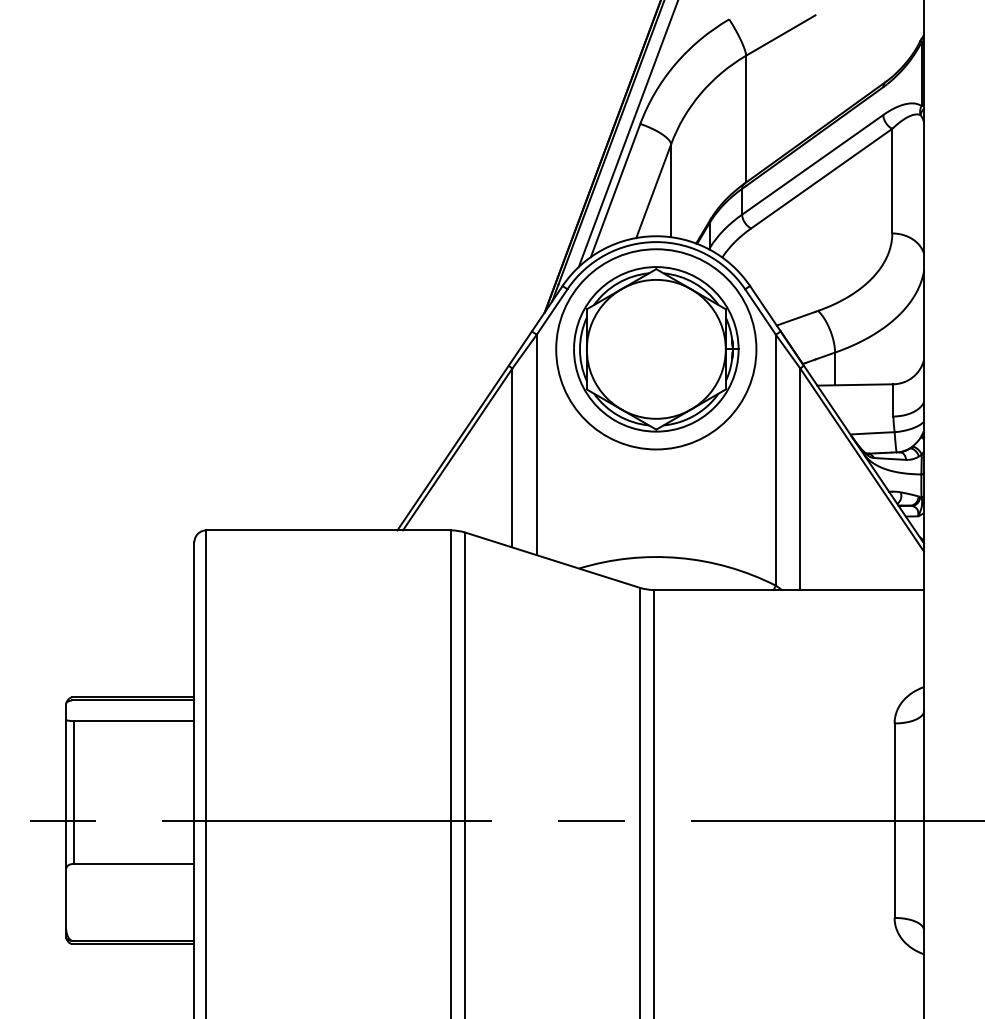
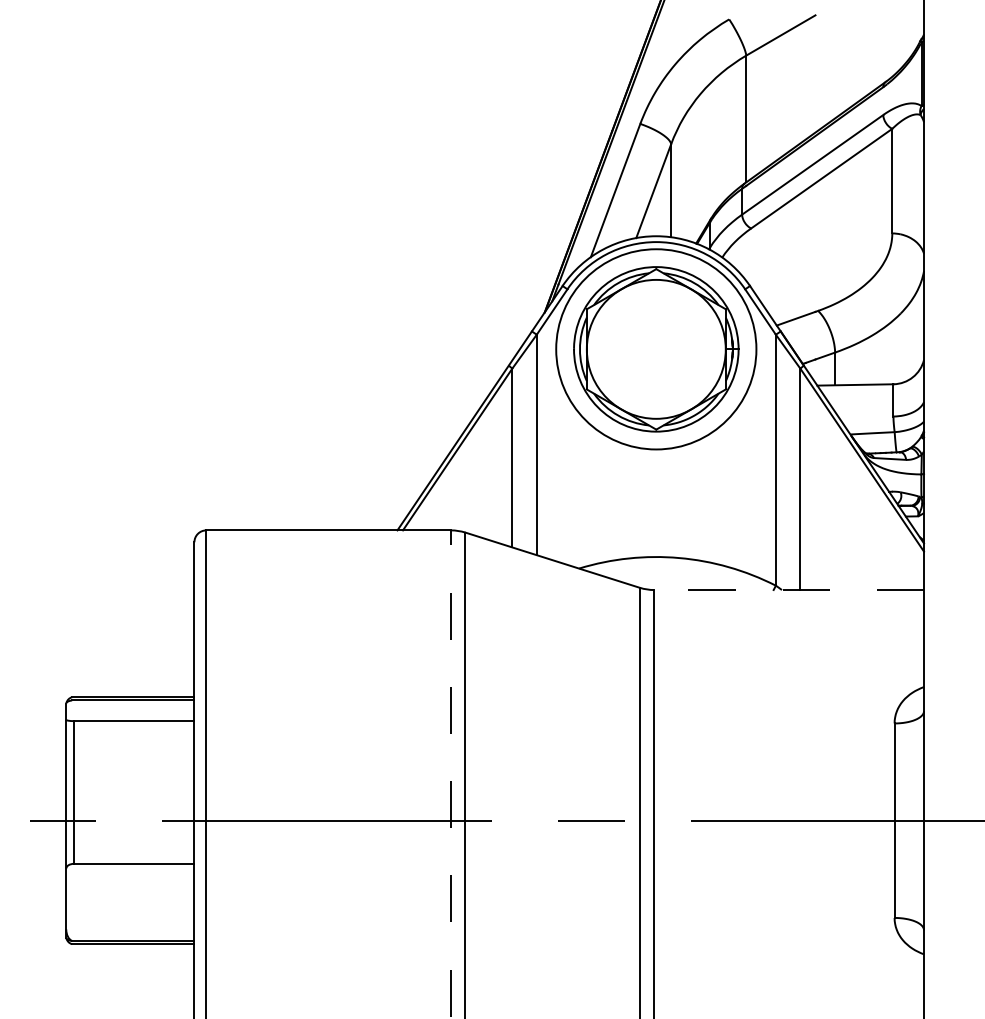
line at (627, 134): present -> none
line at (789, 590): solid -> dashed
line at (451, 774): solid -> dashed
